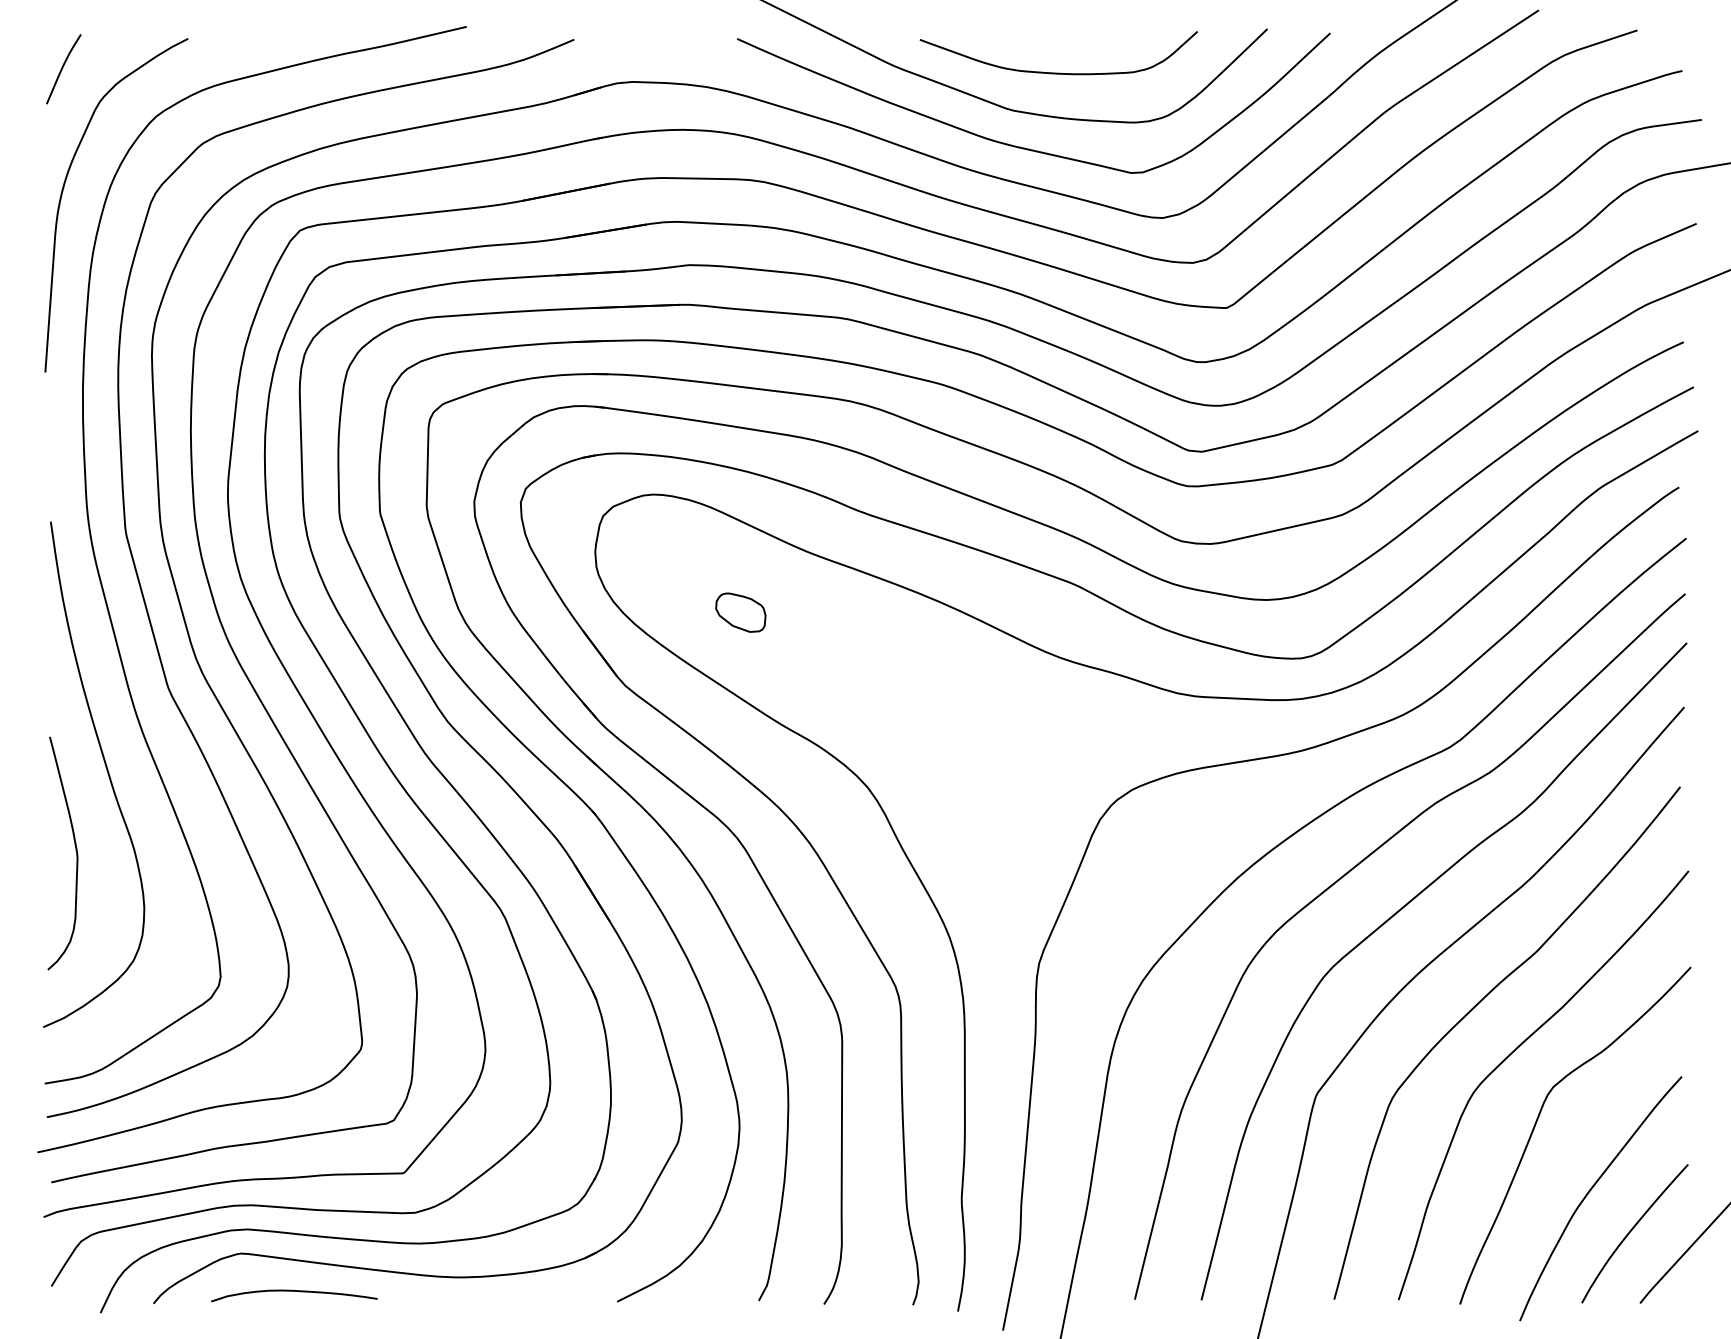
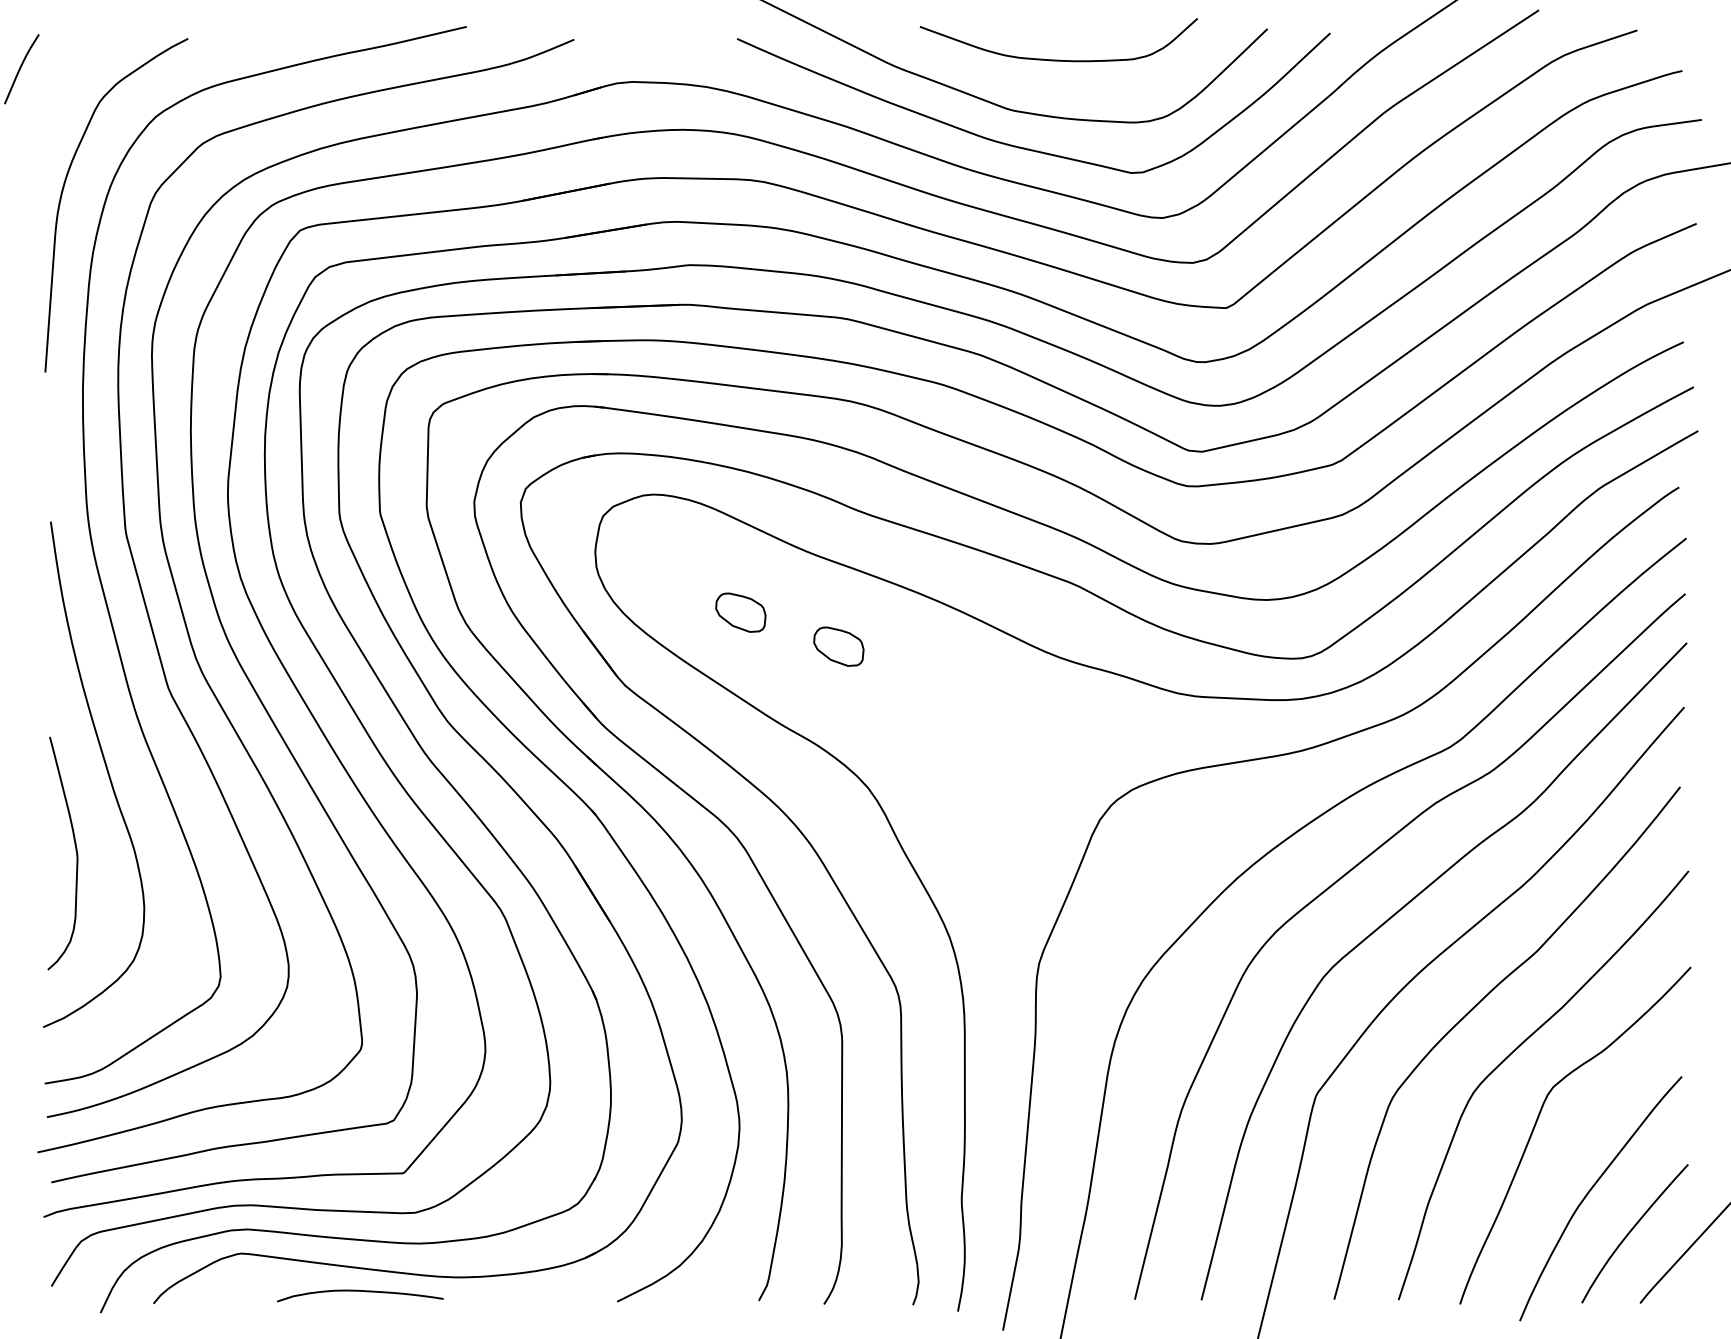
curve at (63, 68) position: (63, 68) -> (21, 68)
curve at (1058, 72) position: (1058, 72) -> (1058, 59)
part at (838, 646): none -> present
curve at (294, 1291) position: (294, 1291) -> (360, 1291)
